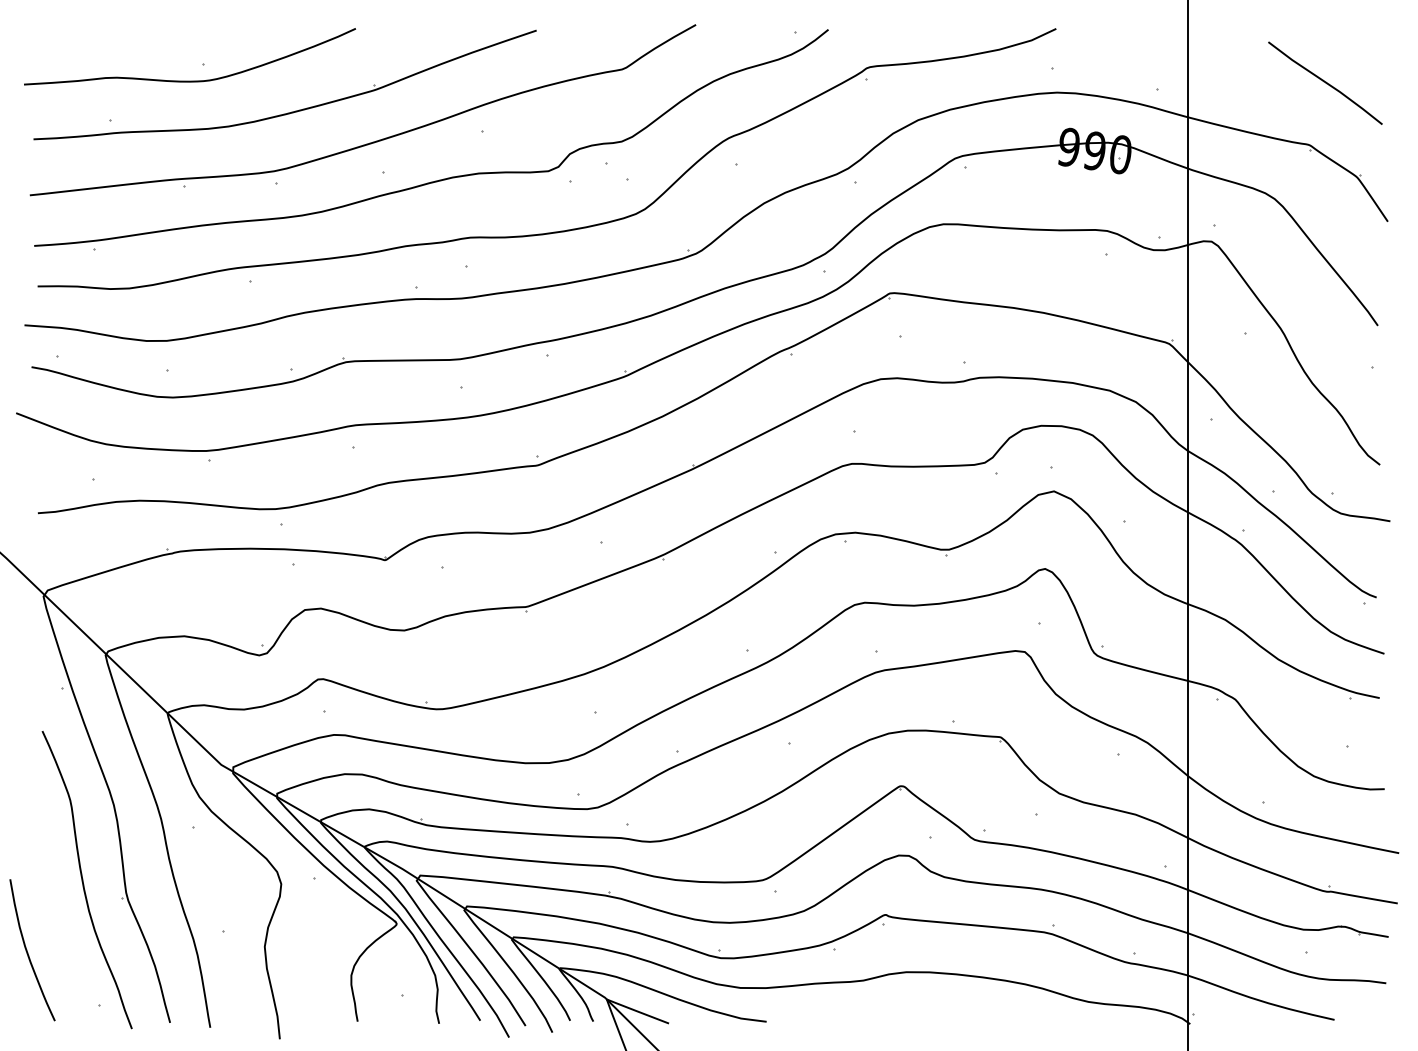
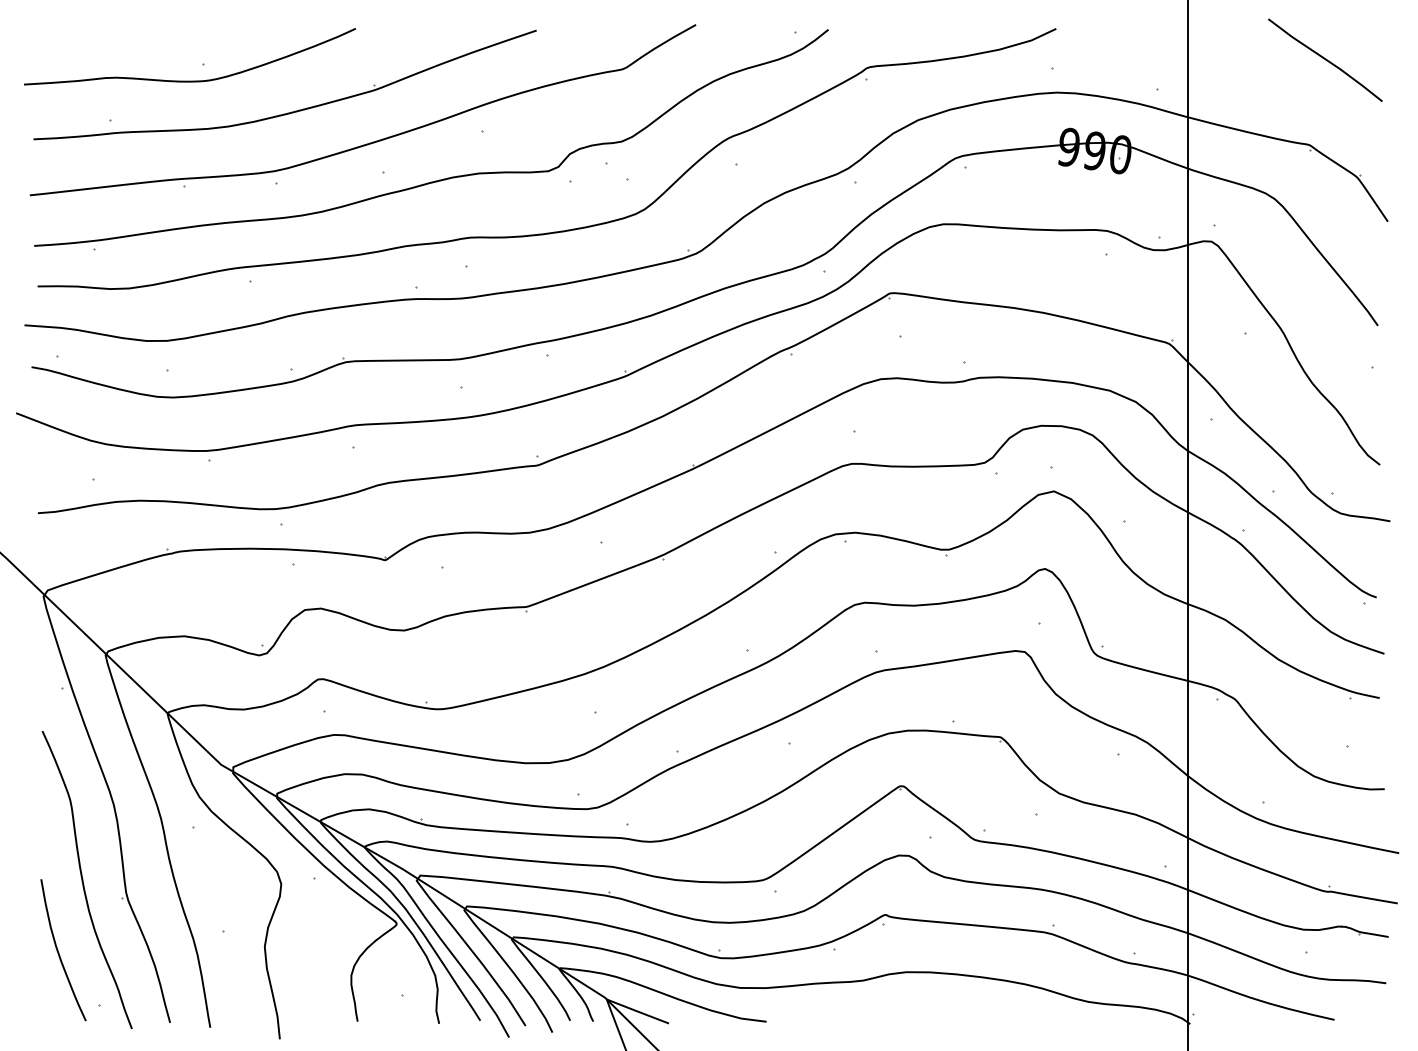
curve at (1325, 82) position: (1325, 82) -> (1325, 59)
curve at (28, 952) position: (28, 952) -> (59, 952)
